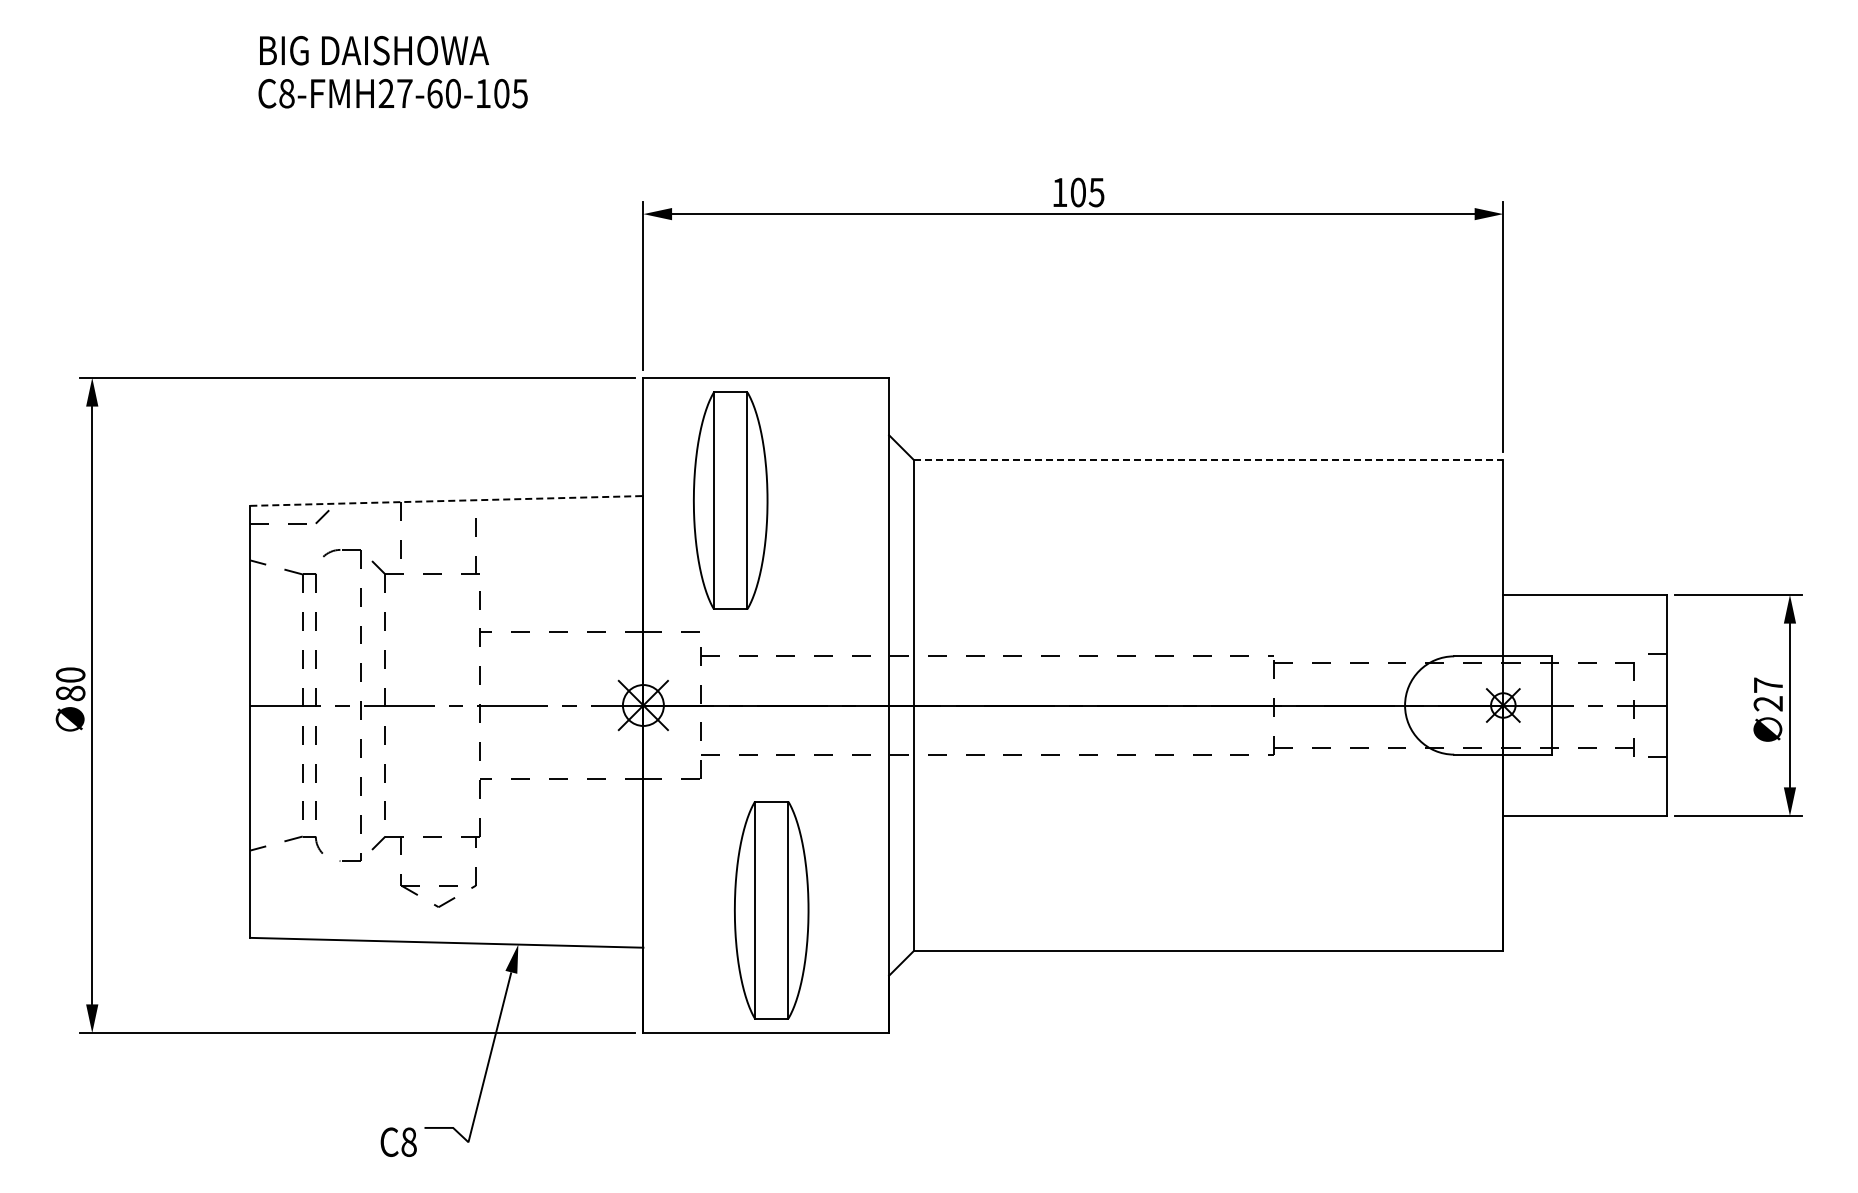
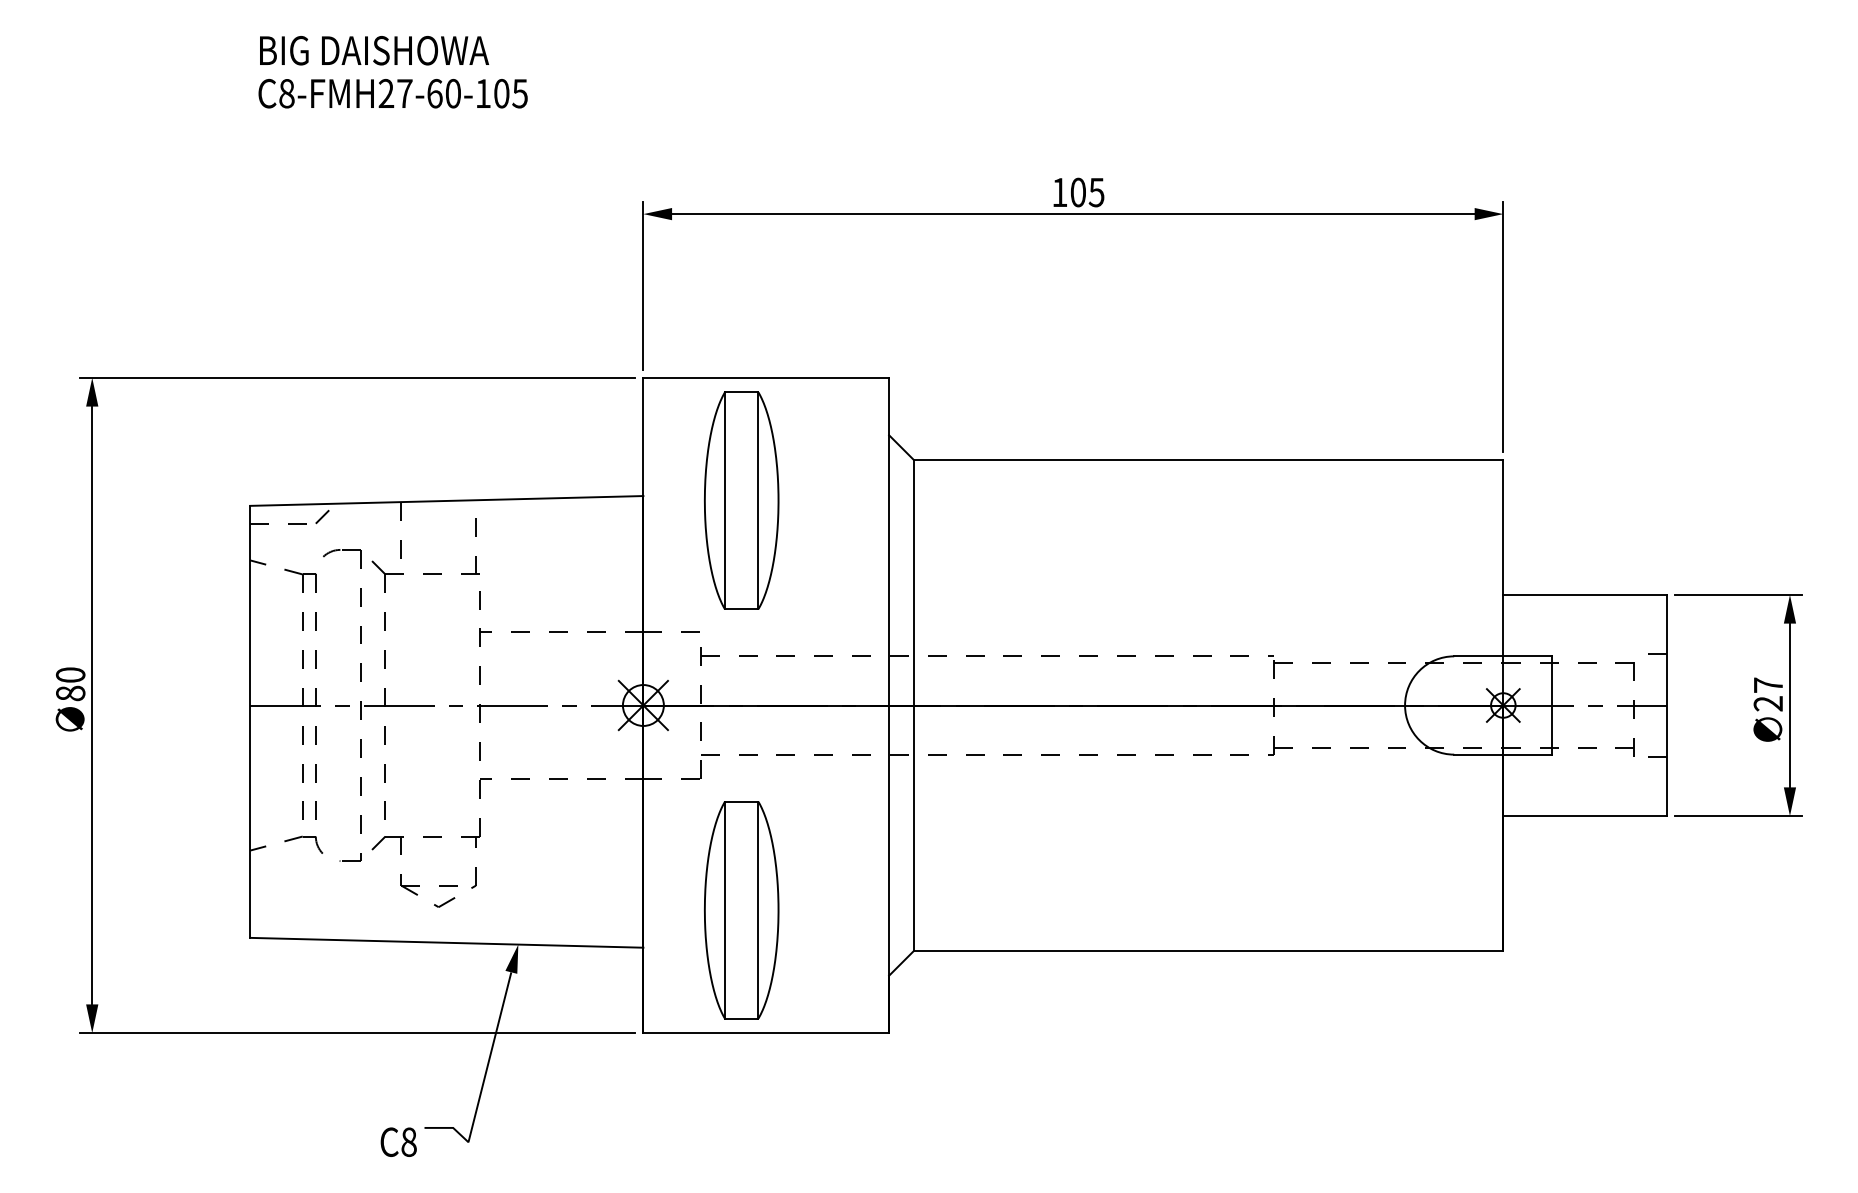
line at (1208, 459): dashed -> solid
line at (446, 500): dashed -> solid
part at (730, 500) position: (730, 500) -> (741, 500)
part at (771, 910) position: (771, 910) -> (741, 910)
